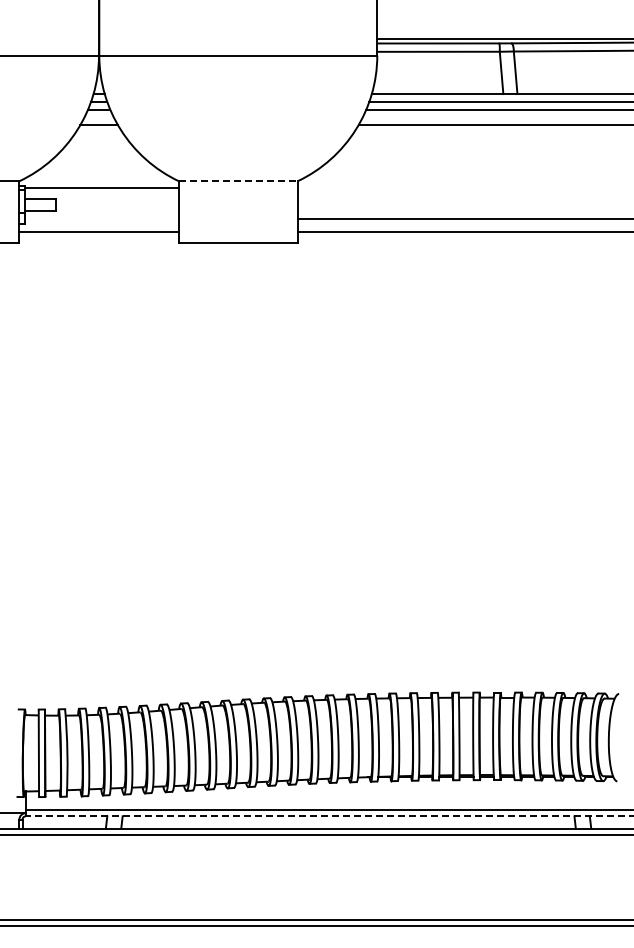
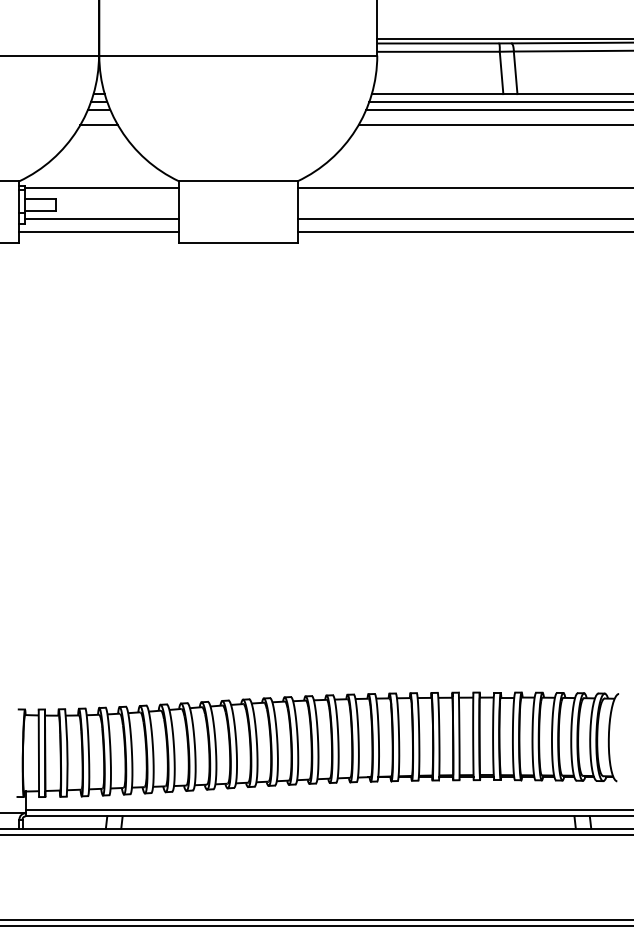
line at (238, 181): dashed -> solid
line at (463, 187): none -> present
line at (101, 219): none -> present
line at (329, 816): dashed -> solid
